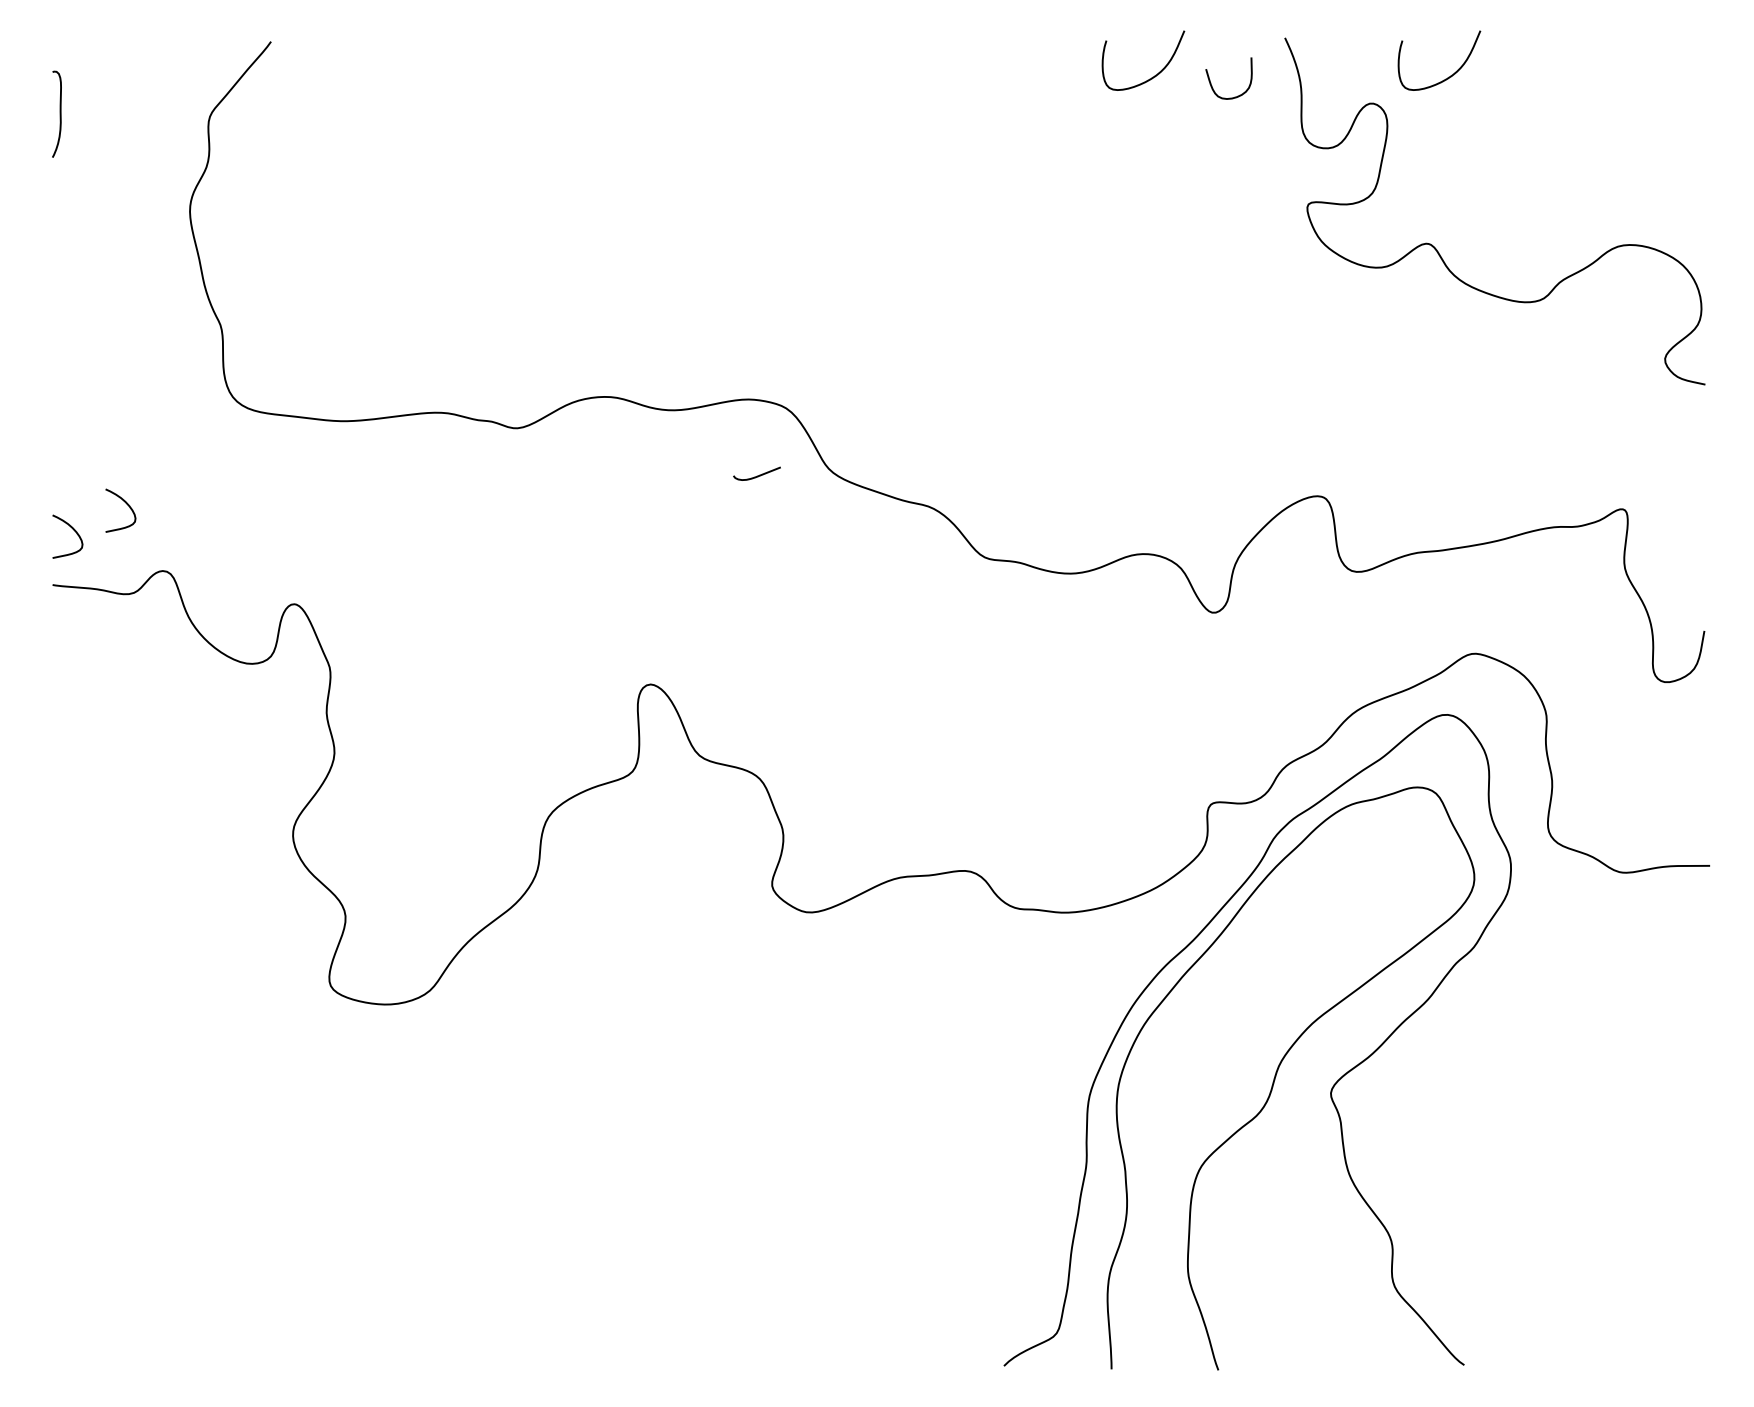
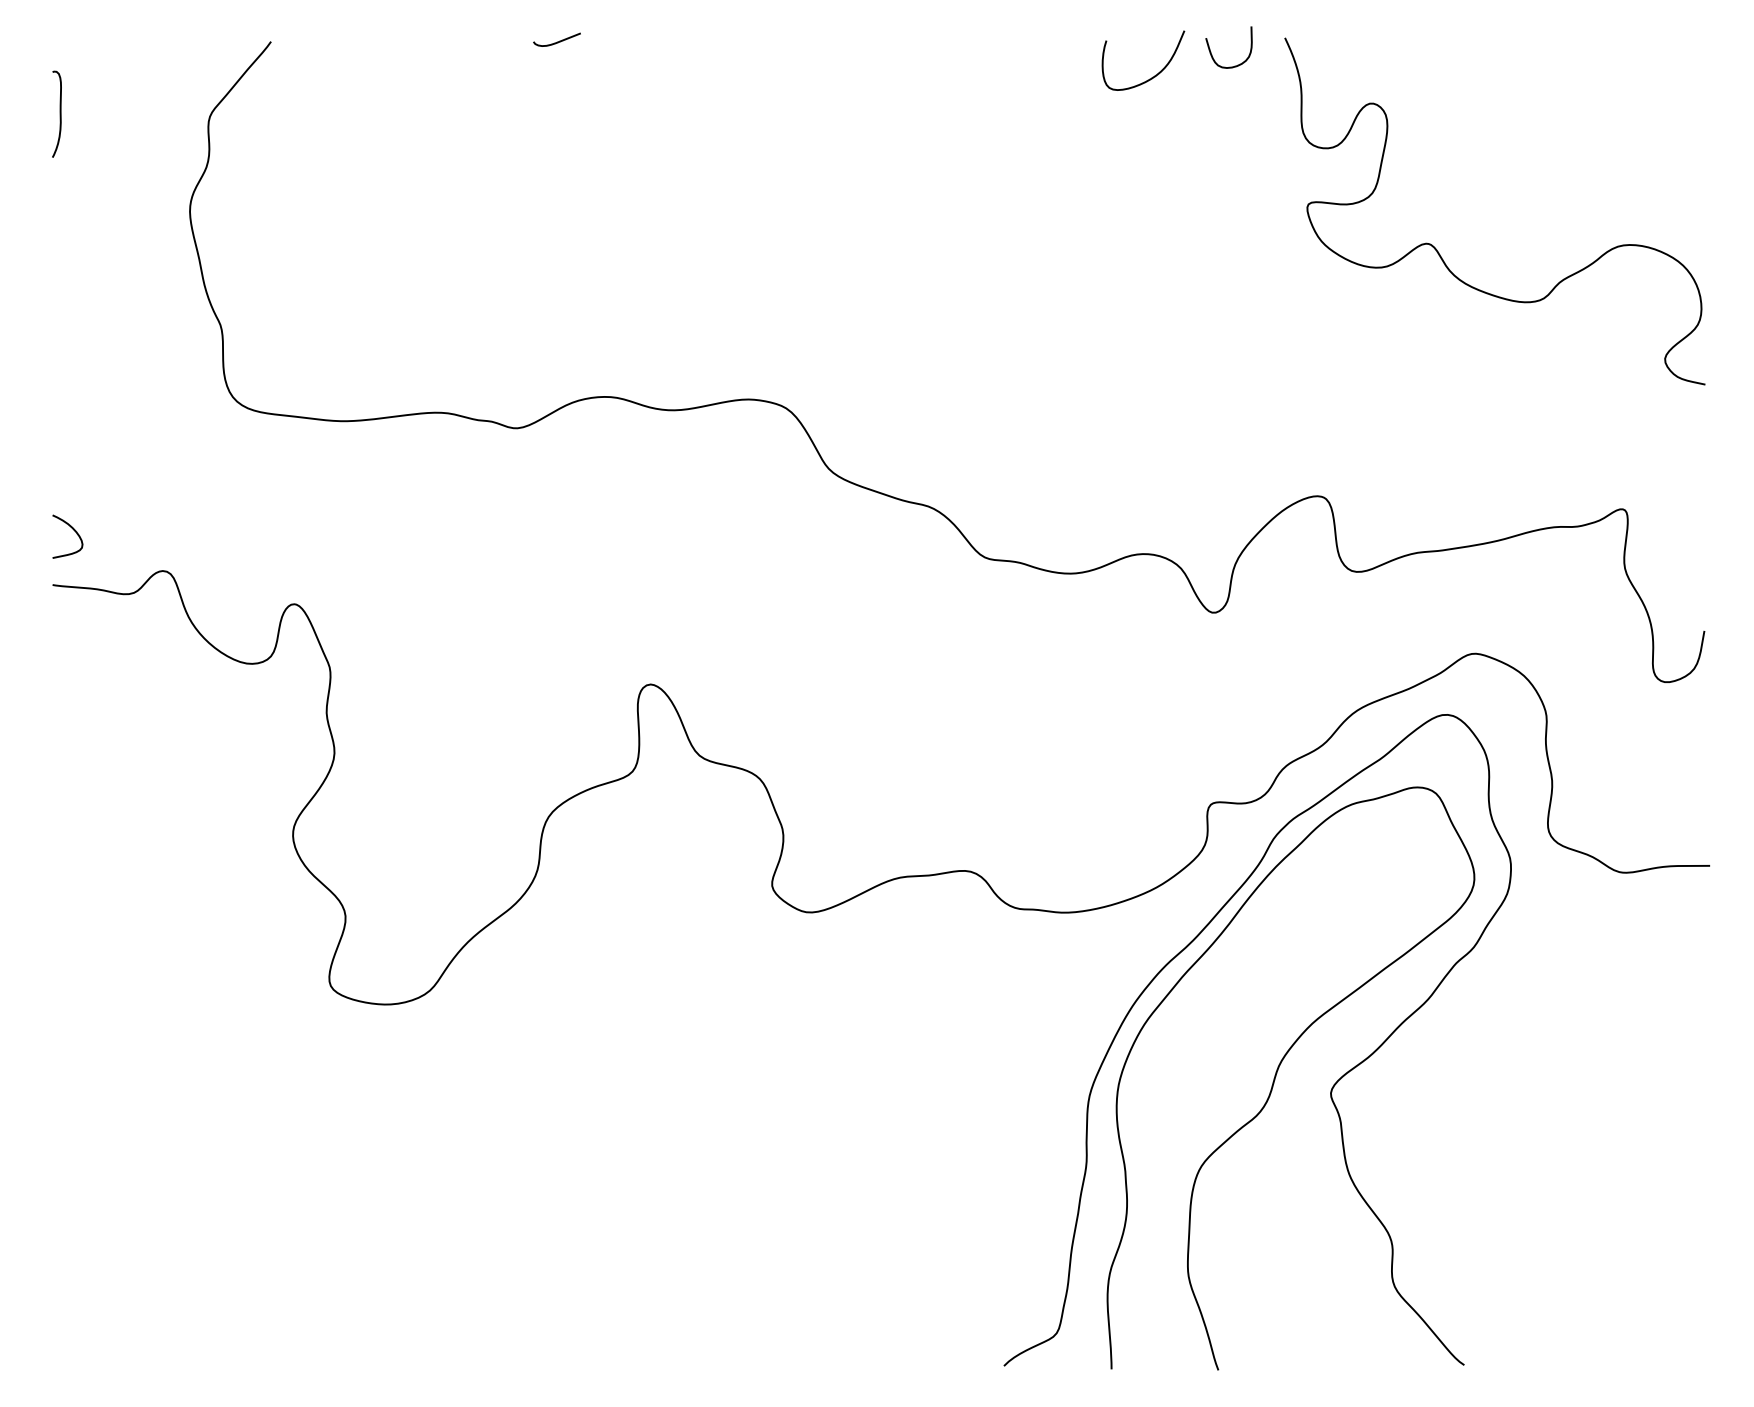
curve at (1450, 75): present -> none
curve at (1211, 82) position: (1211, 82) -> (1211, 51)
curve at (757, 475) position: (757, 475) -> (557, 41)
curve at (126, 504): present -> none
